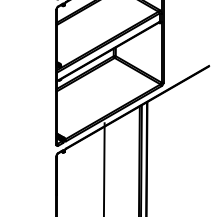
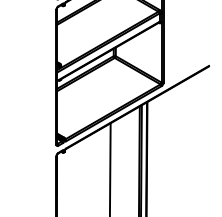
line at (103, 168) position: (103, 168) -> (109, 168)
